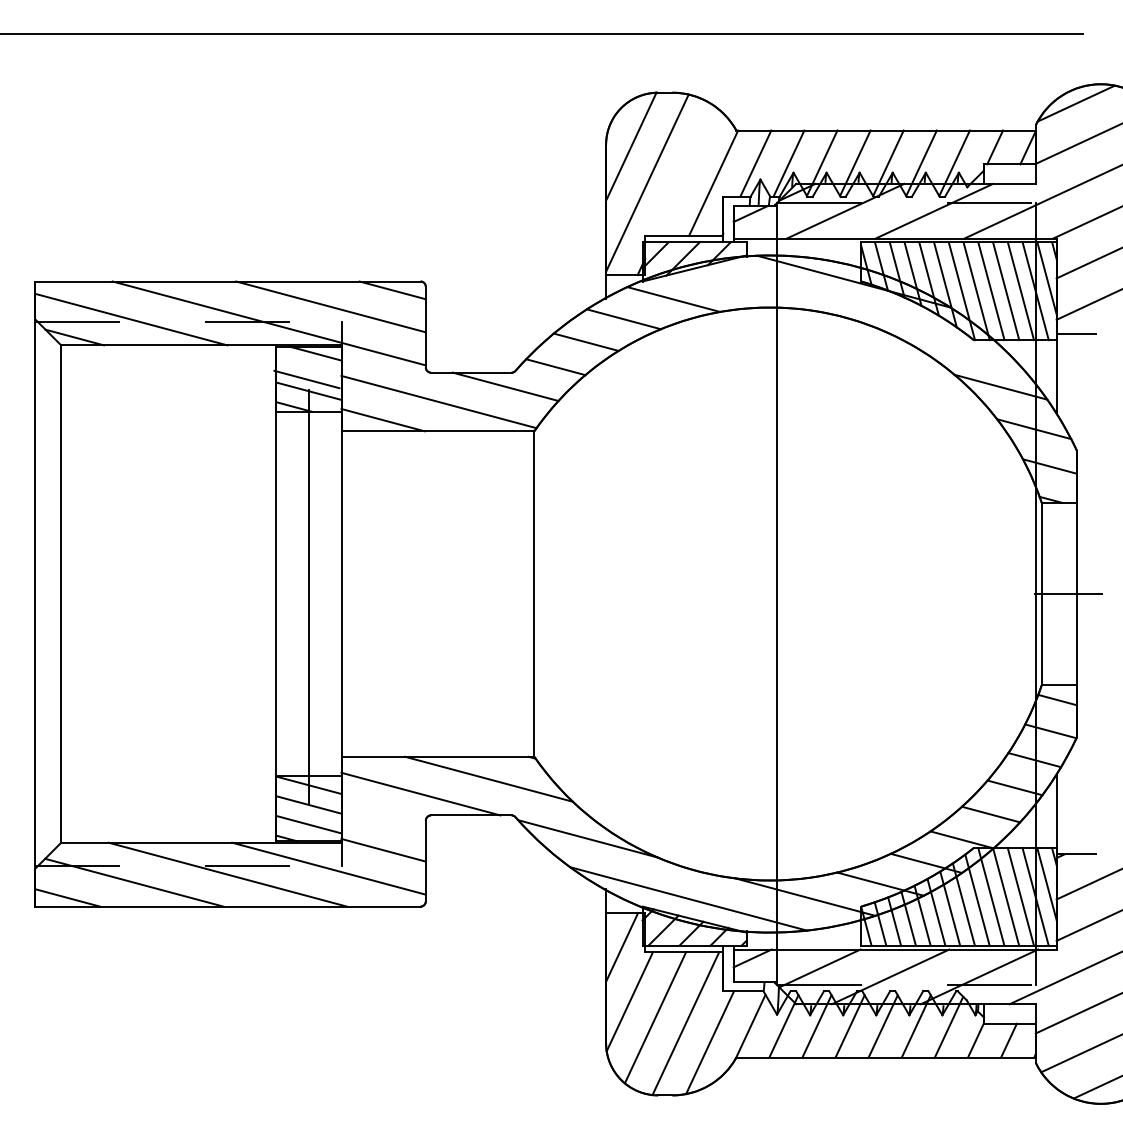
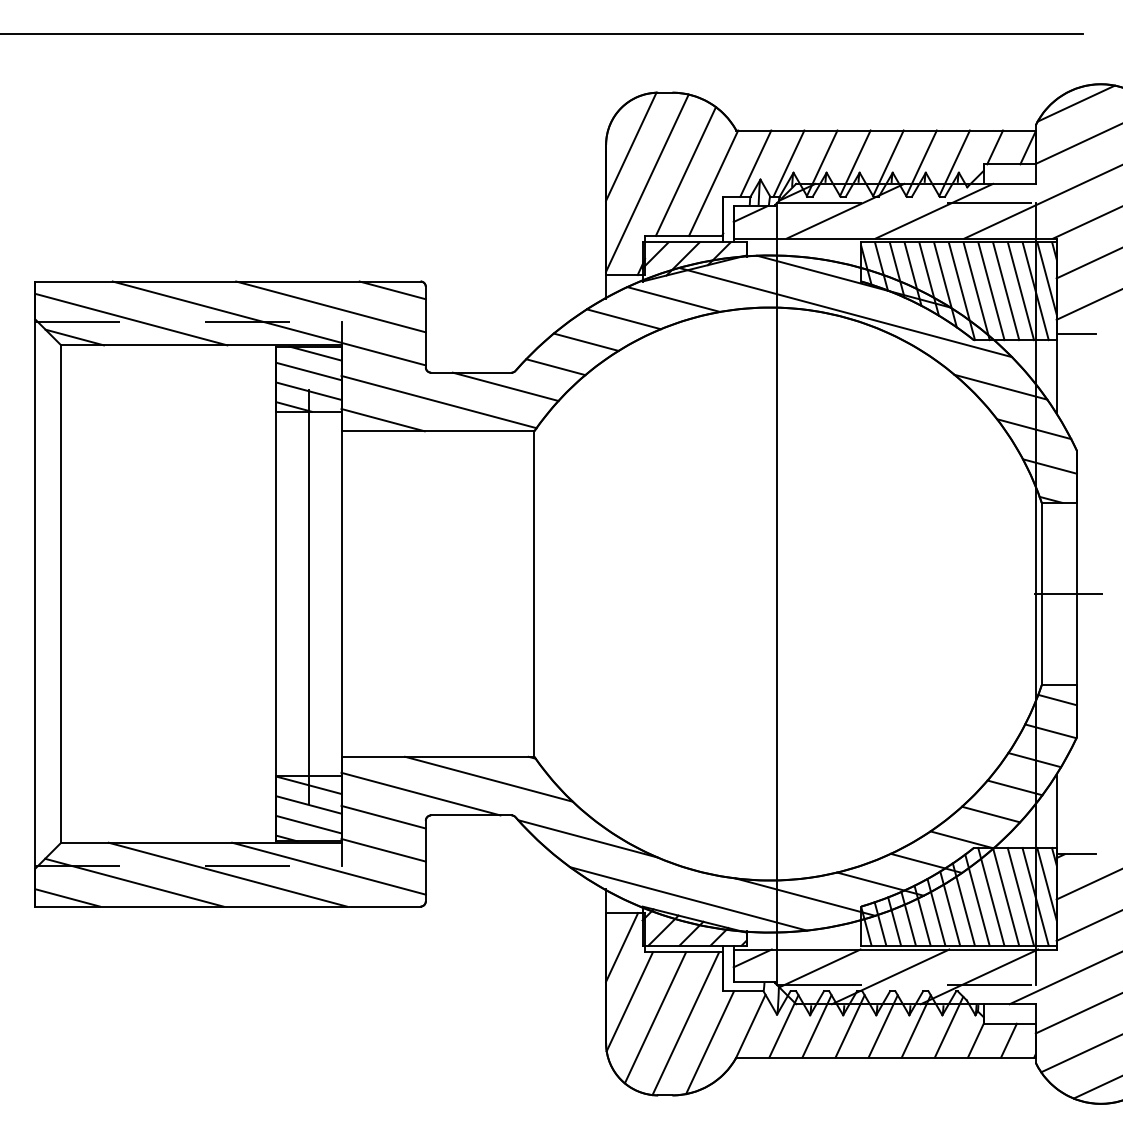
line at (685, 171): none -> present
line at (845, 312): none -> present
line at (306, 379) position: (306, 379) -> (308, 371)
line at (383, 816): none -> present
